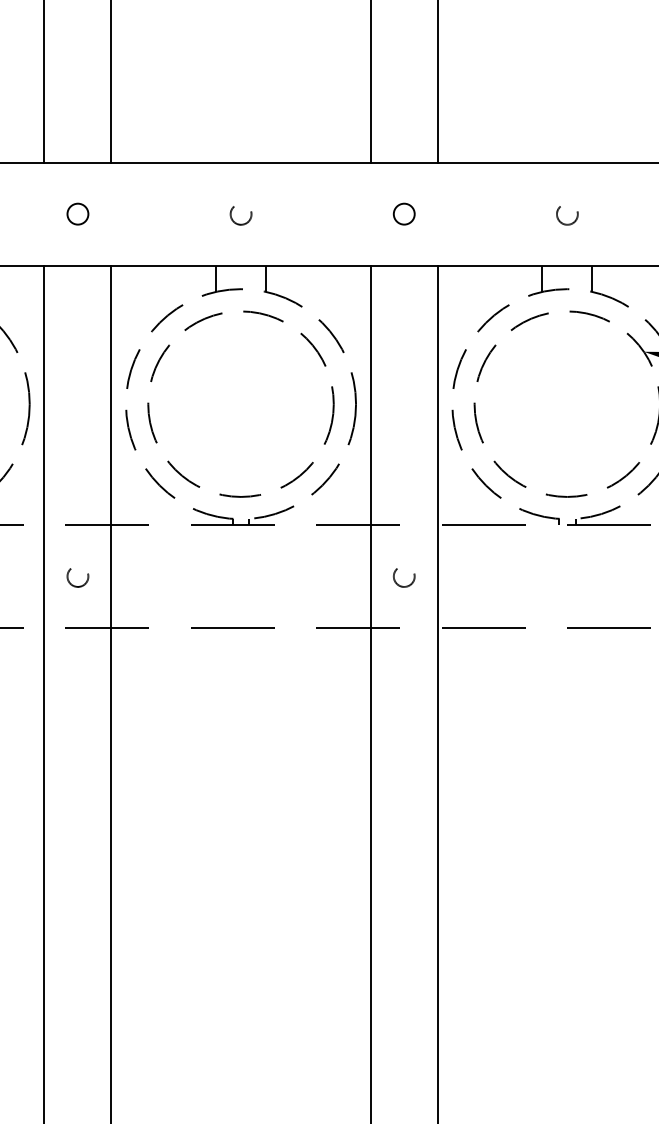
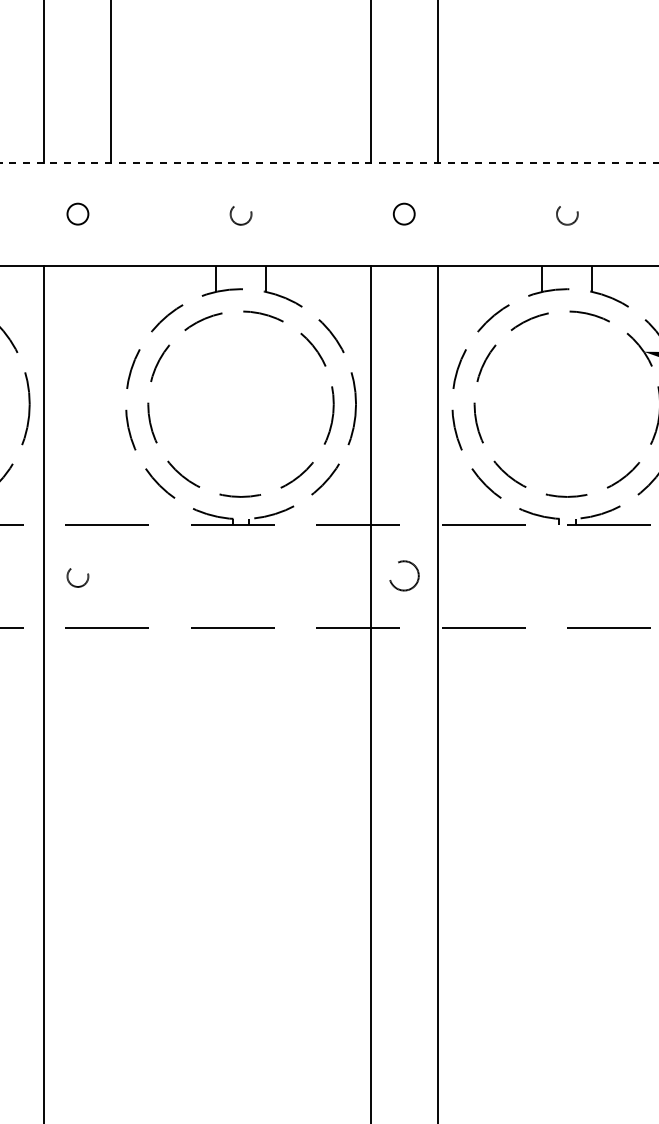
line at (329, 162): solid -> dashed
circle at (404, 577) size: 23x20 px -> 31x32 px
line at (111, 692): present -> none
